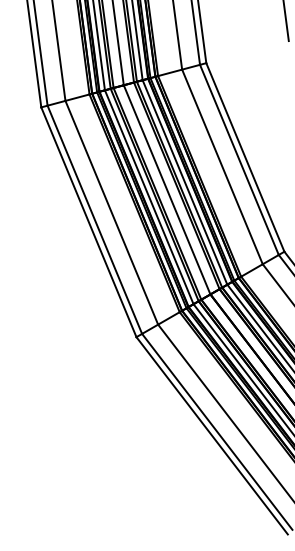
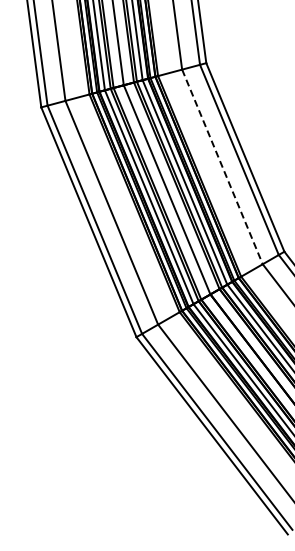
line at (285, 21): present -> none
line at (222, 167): solid -> dashed
